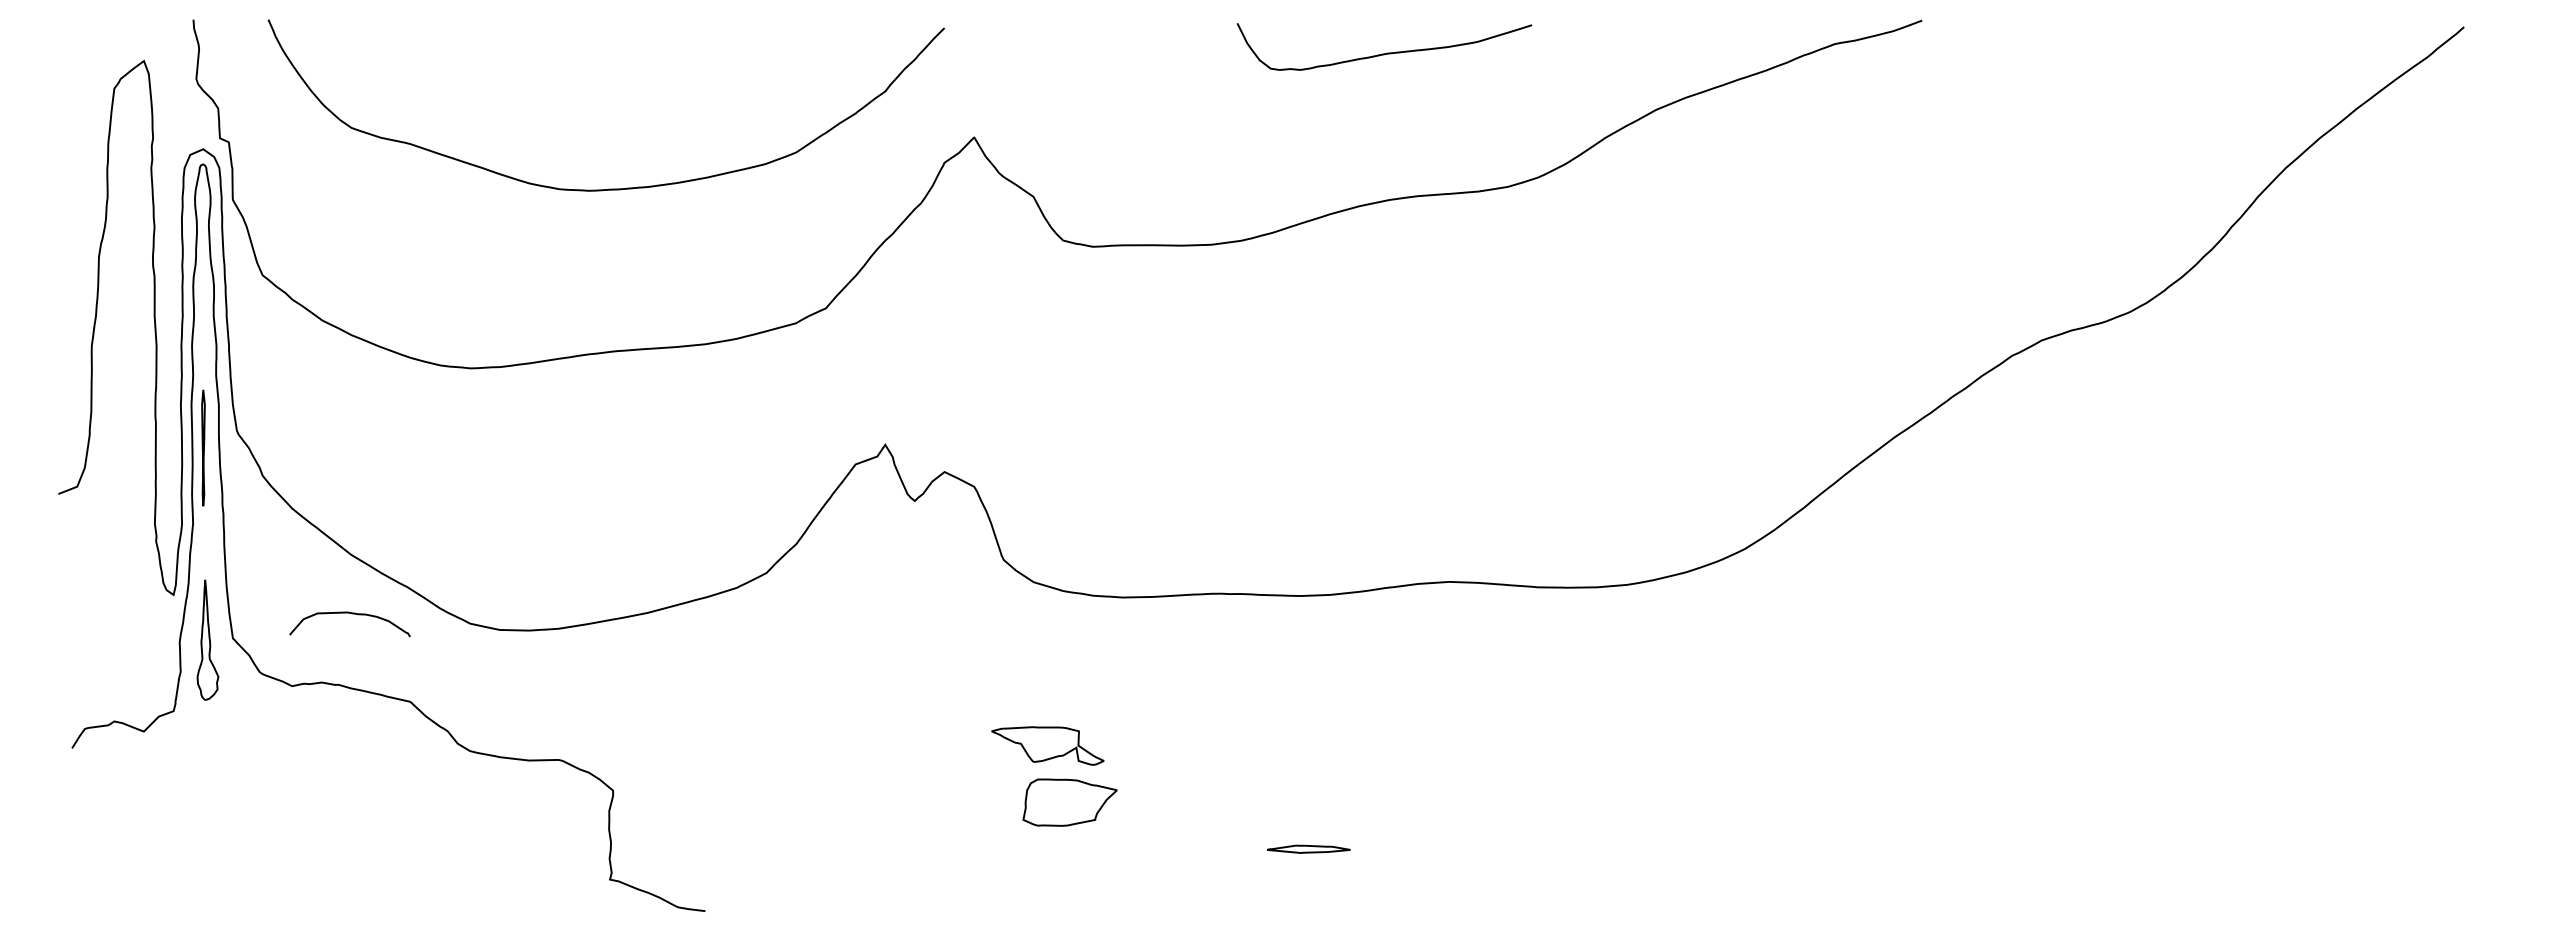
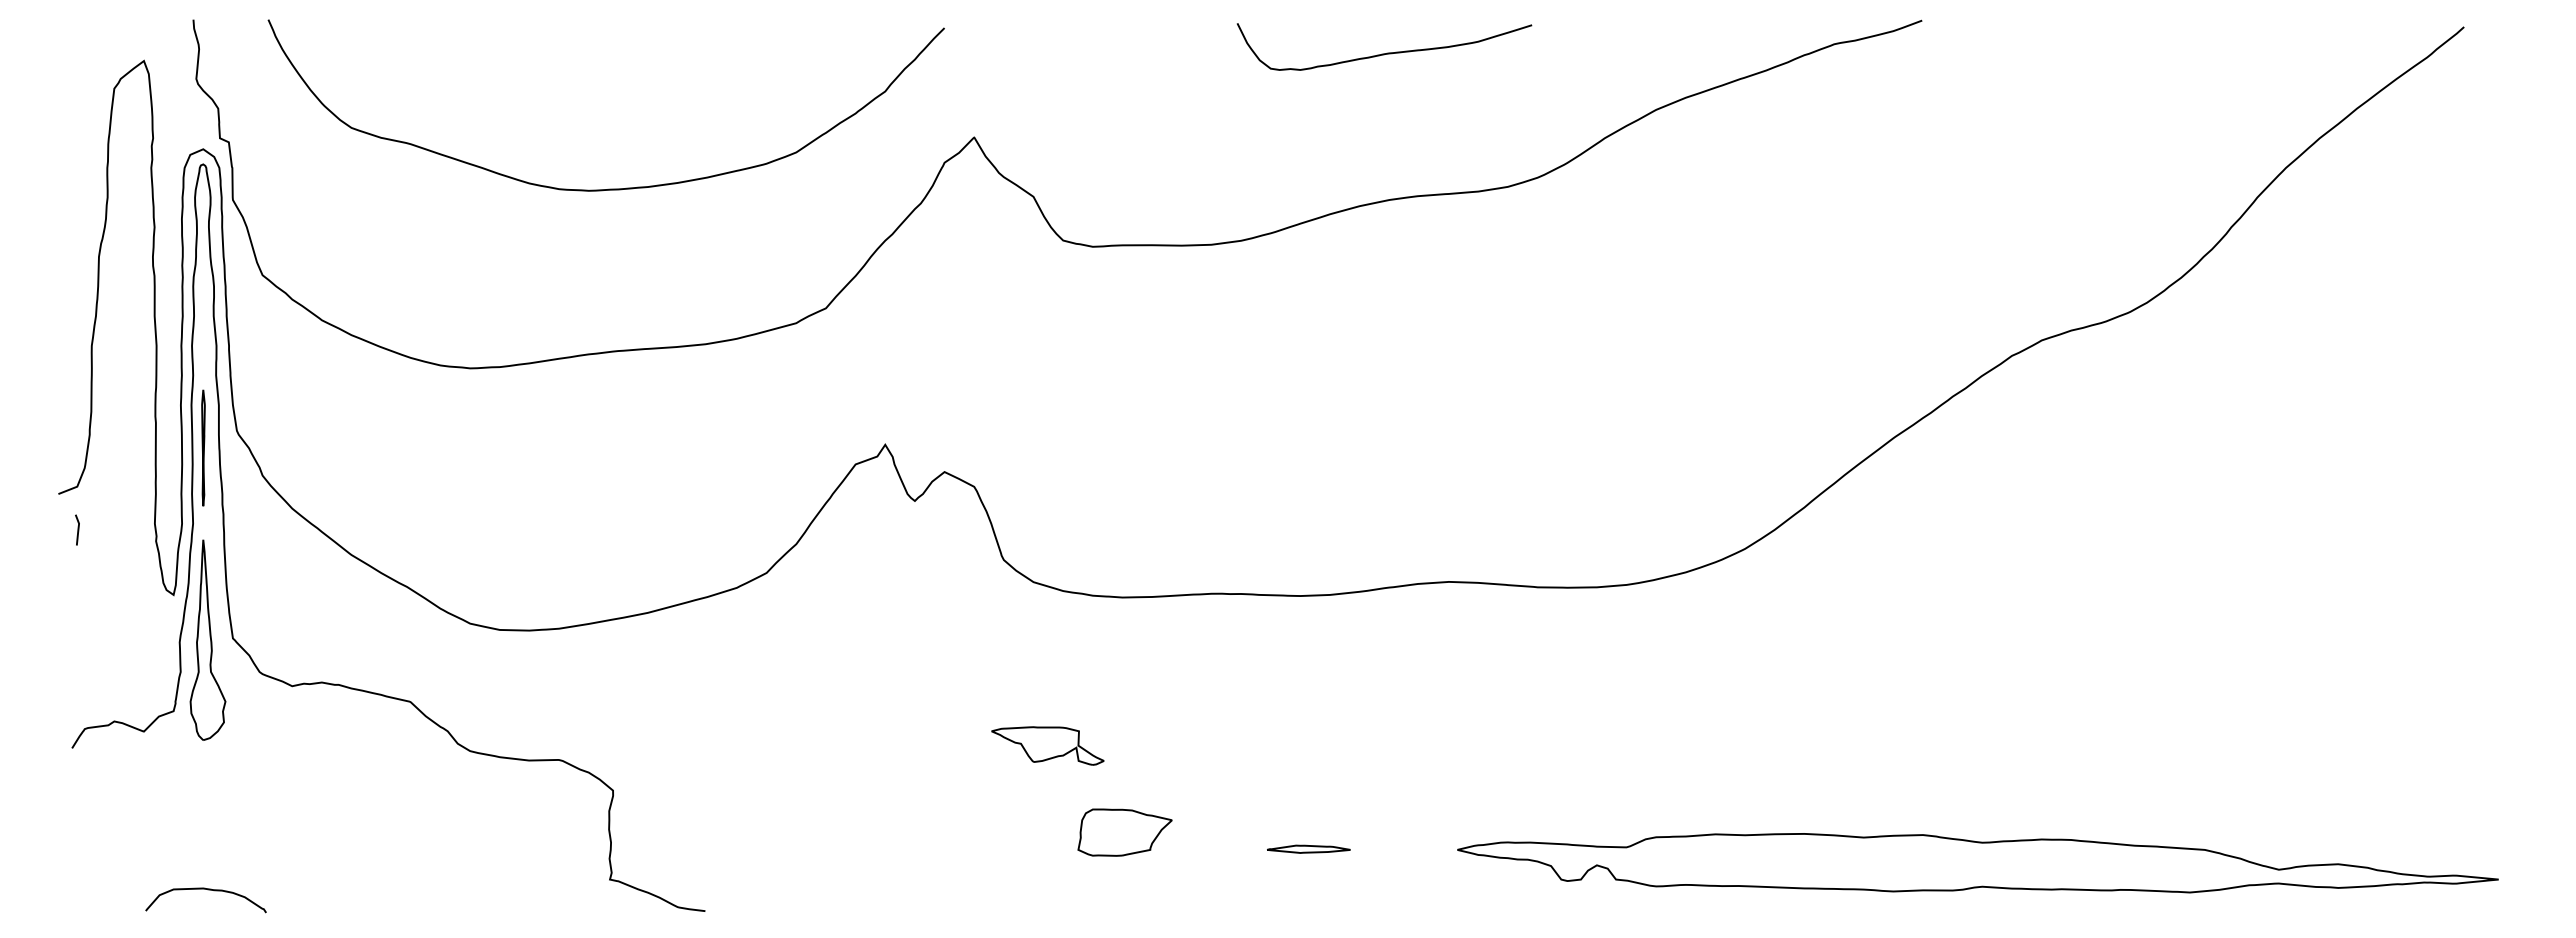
line at (77, 529): none -> present
curve at (351, 614) position: (351, 614) -> (207, 890)
part at (207, 639) size: 24x122 px -> 38x202 px
part at (1069, 802) position: (1069, 802) -> (1124, 832)
part at (1977, 863): none -> present
